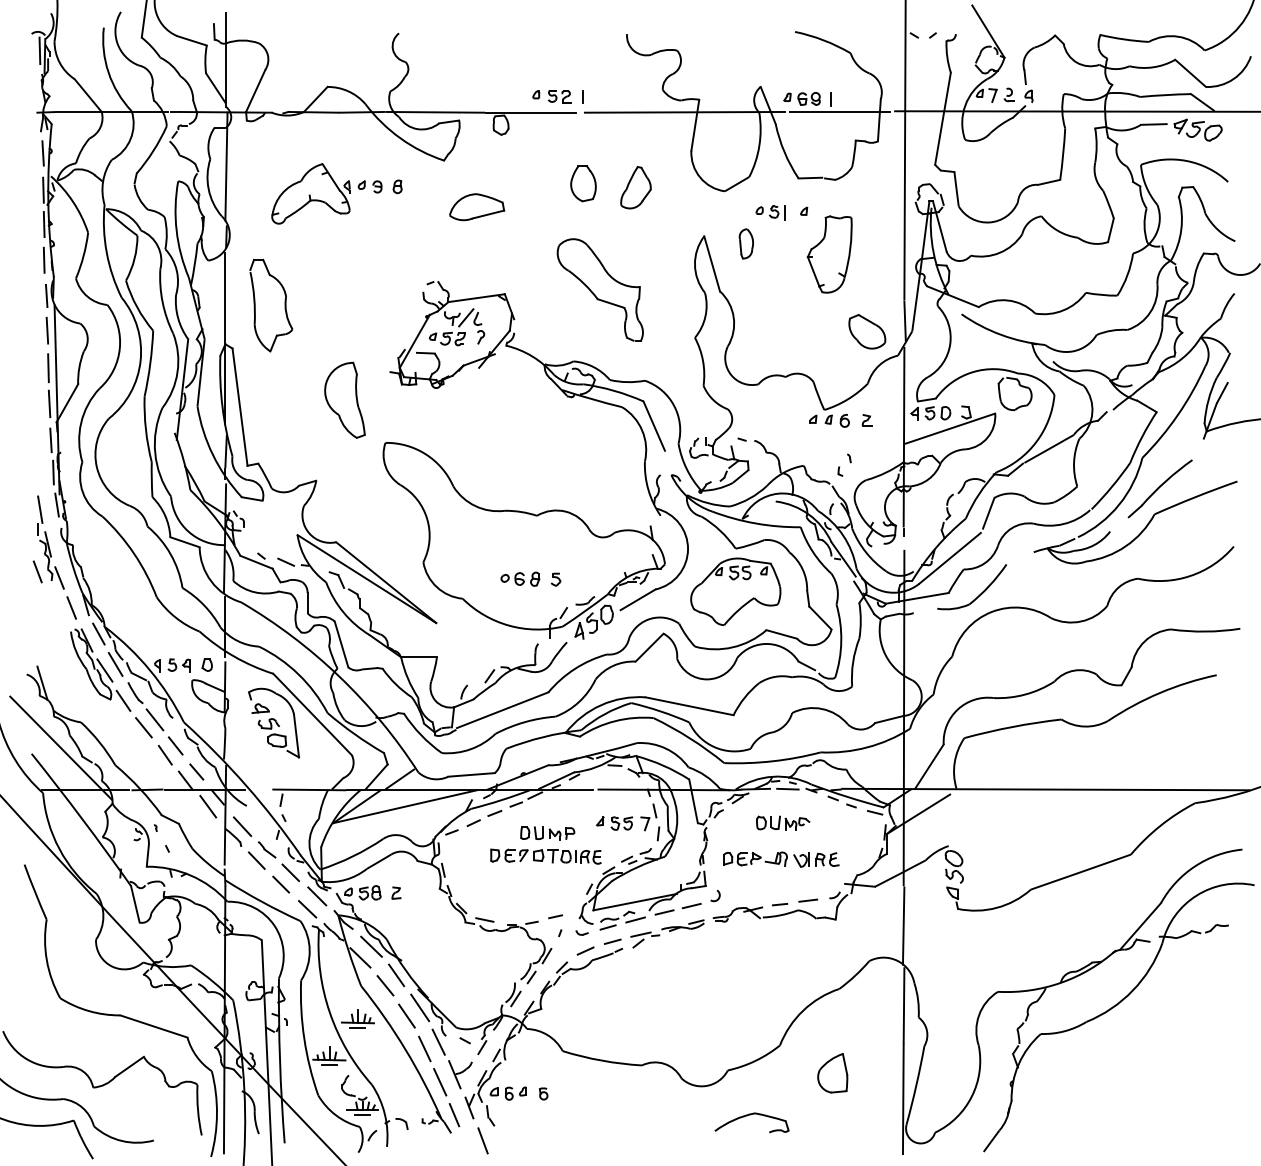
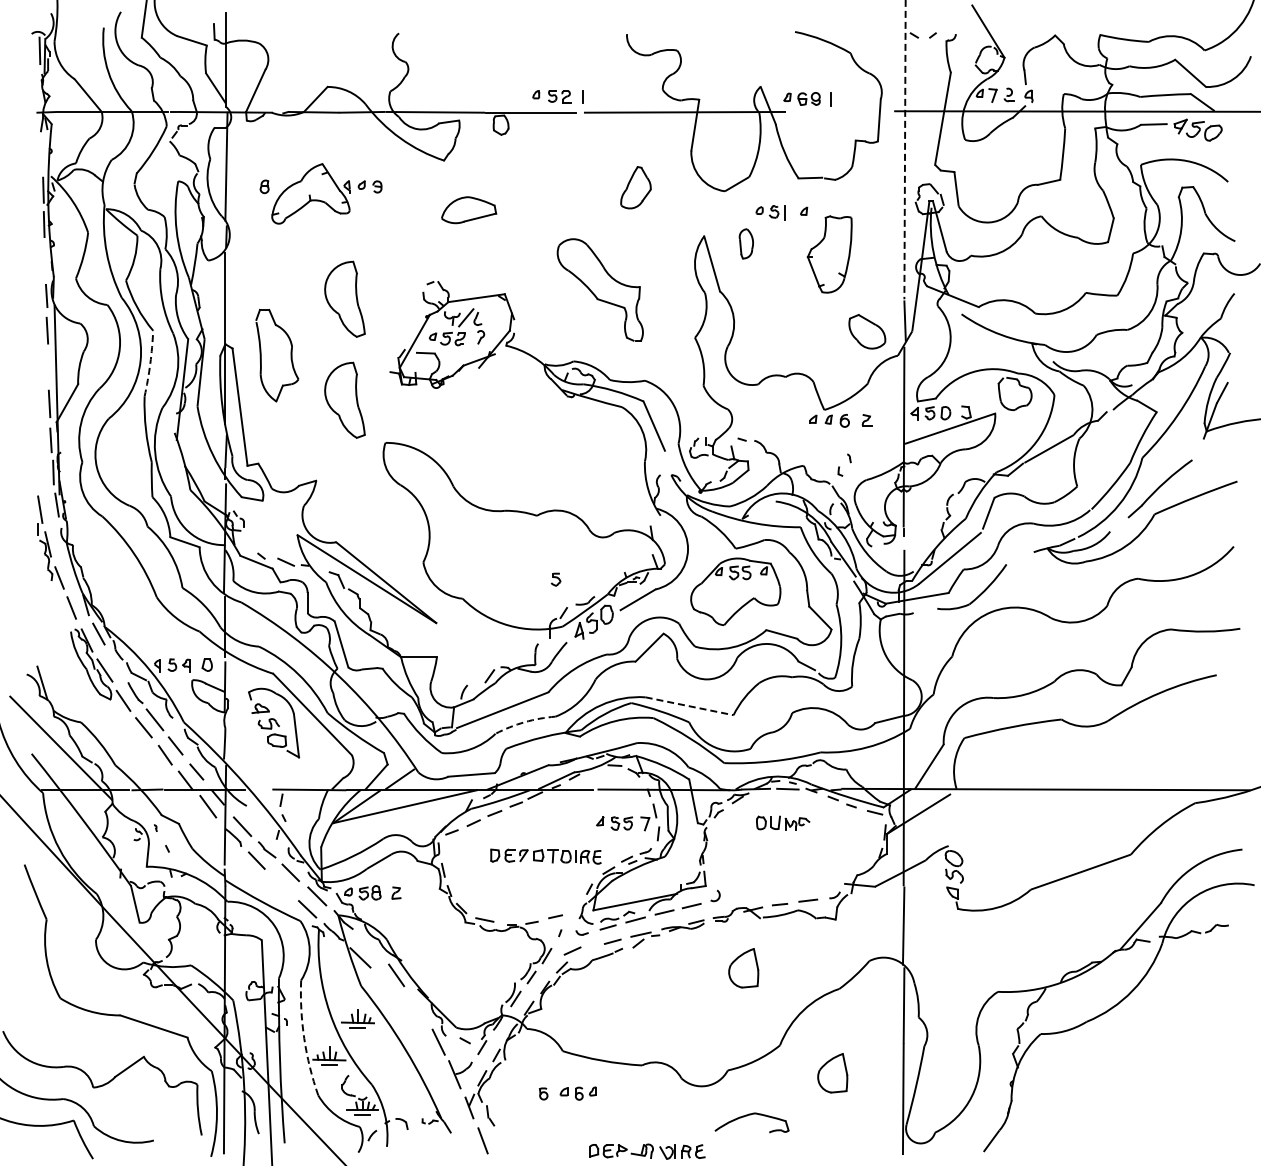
line at (840, 111): present -> none
line at (905, 150): solid -> dashed
line at (42, 153): present -> none
part at (583, 183): present -> none
part at (397, 186) position: (397, 186) -> (264, 186)
part at (477, 207) position: (477, 207) -> (469, 210)
line at (43, 259): present -> none
part at (344, 298): none -> present
part at (284, 305) position: (284, 305) -> (290, 355)
arc at (150, 363): solid -> dashed
line at (48, 368): present -> none
line at (37, 571): present -> none
part at (520, 578): present -> none
line at (115, 664): present -> none
line at (689, 706): solid -> dashed
arc at (524, 722): solid -> dashed
part at (547, 833): present -> none
part at (781, 859) position: (781, 859) -> (647, 1151)
line at (281, 884): present -> none
line at (371, 946): present -> none
line at (585, 950) position: (585, 950) -> (572, 950)
part at (743, 968): none -> present
line at (385, 985): present -> none
line at (420, 1007): present -> none
line at (406, 1015): present -> none
arc at (304, 1038): solid -> dashed
line at (424, 1048): present -> none
line at (440, 1082): present -> none
part at (507, 1093) position: (507, 1093) -> (577, 1093)
line at (454, 1115): present -> none
